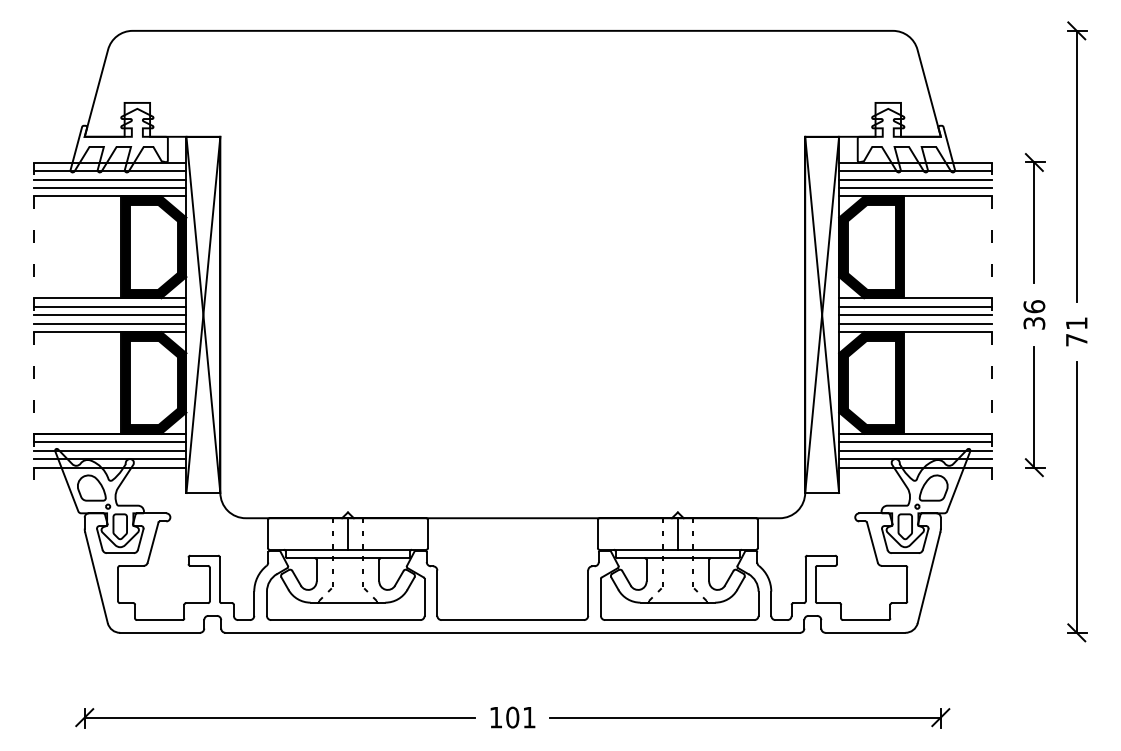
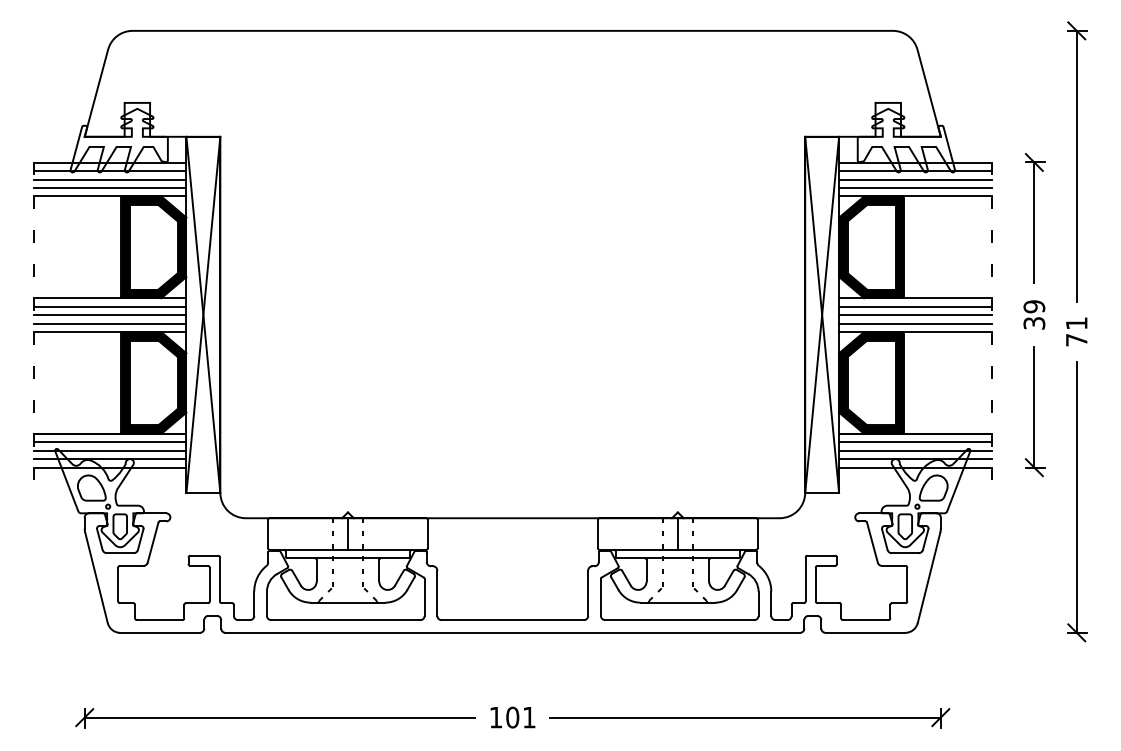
text at (1034, 306): 36 -> 39
